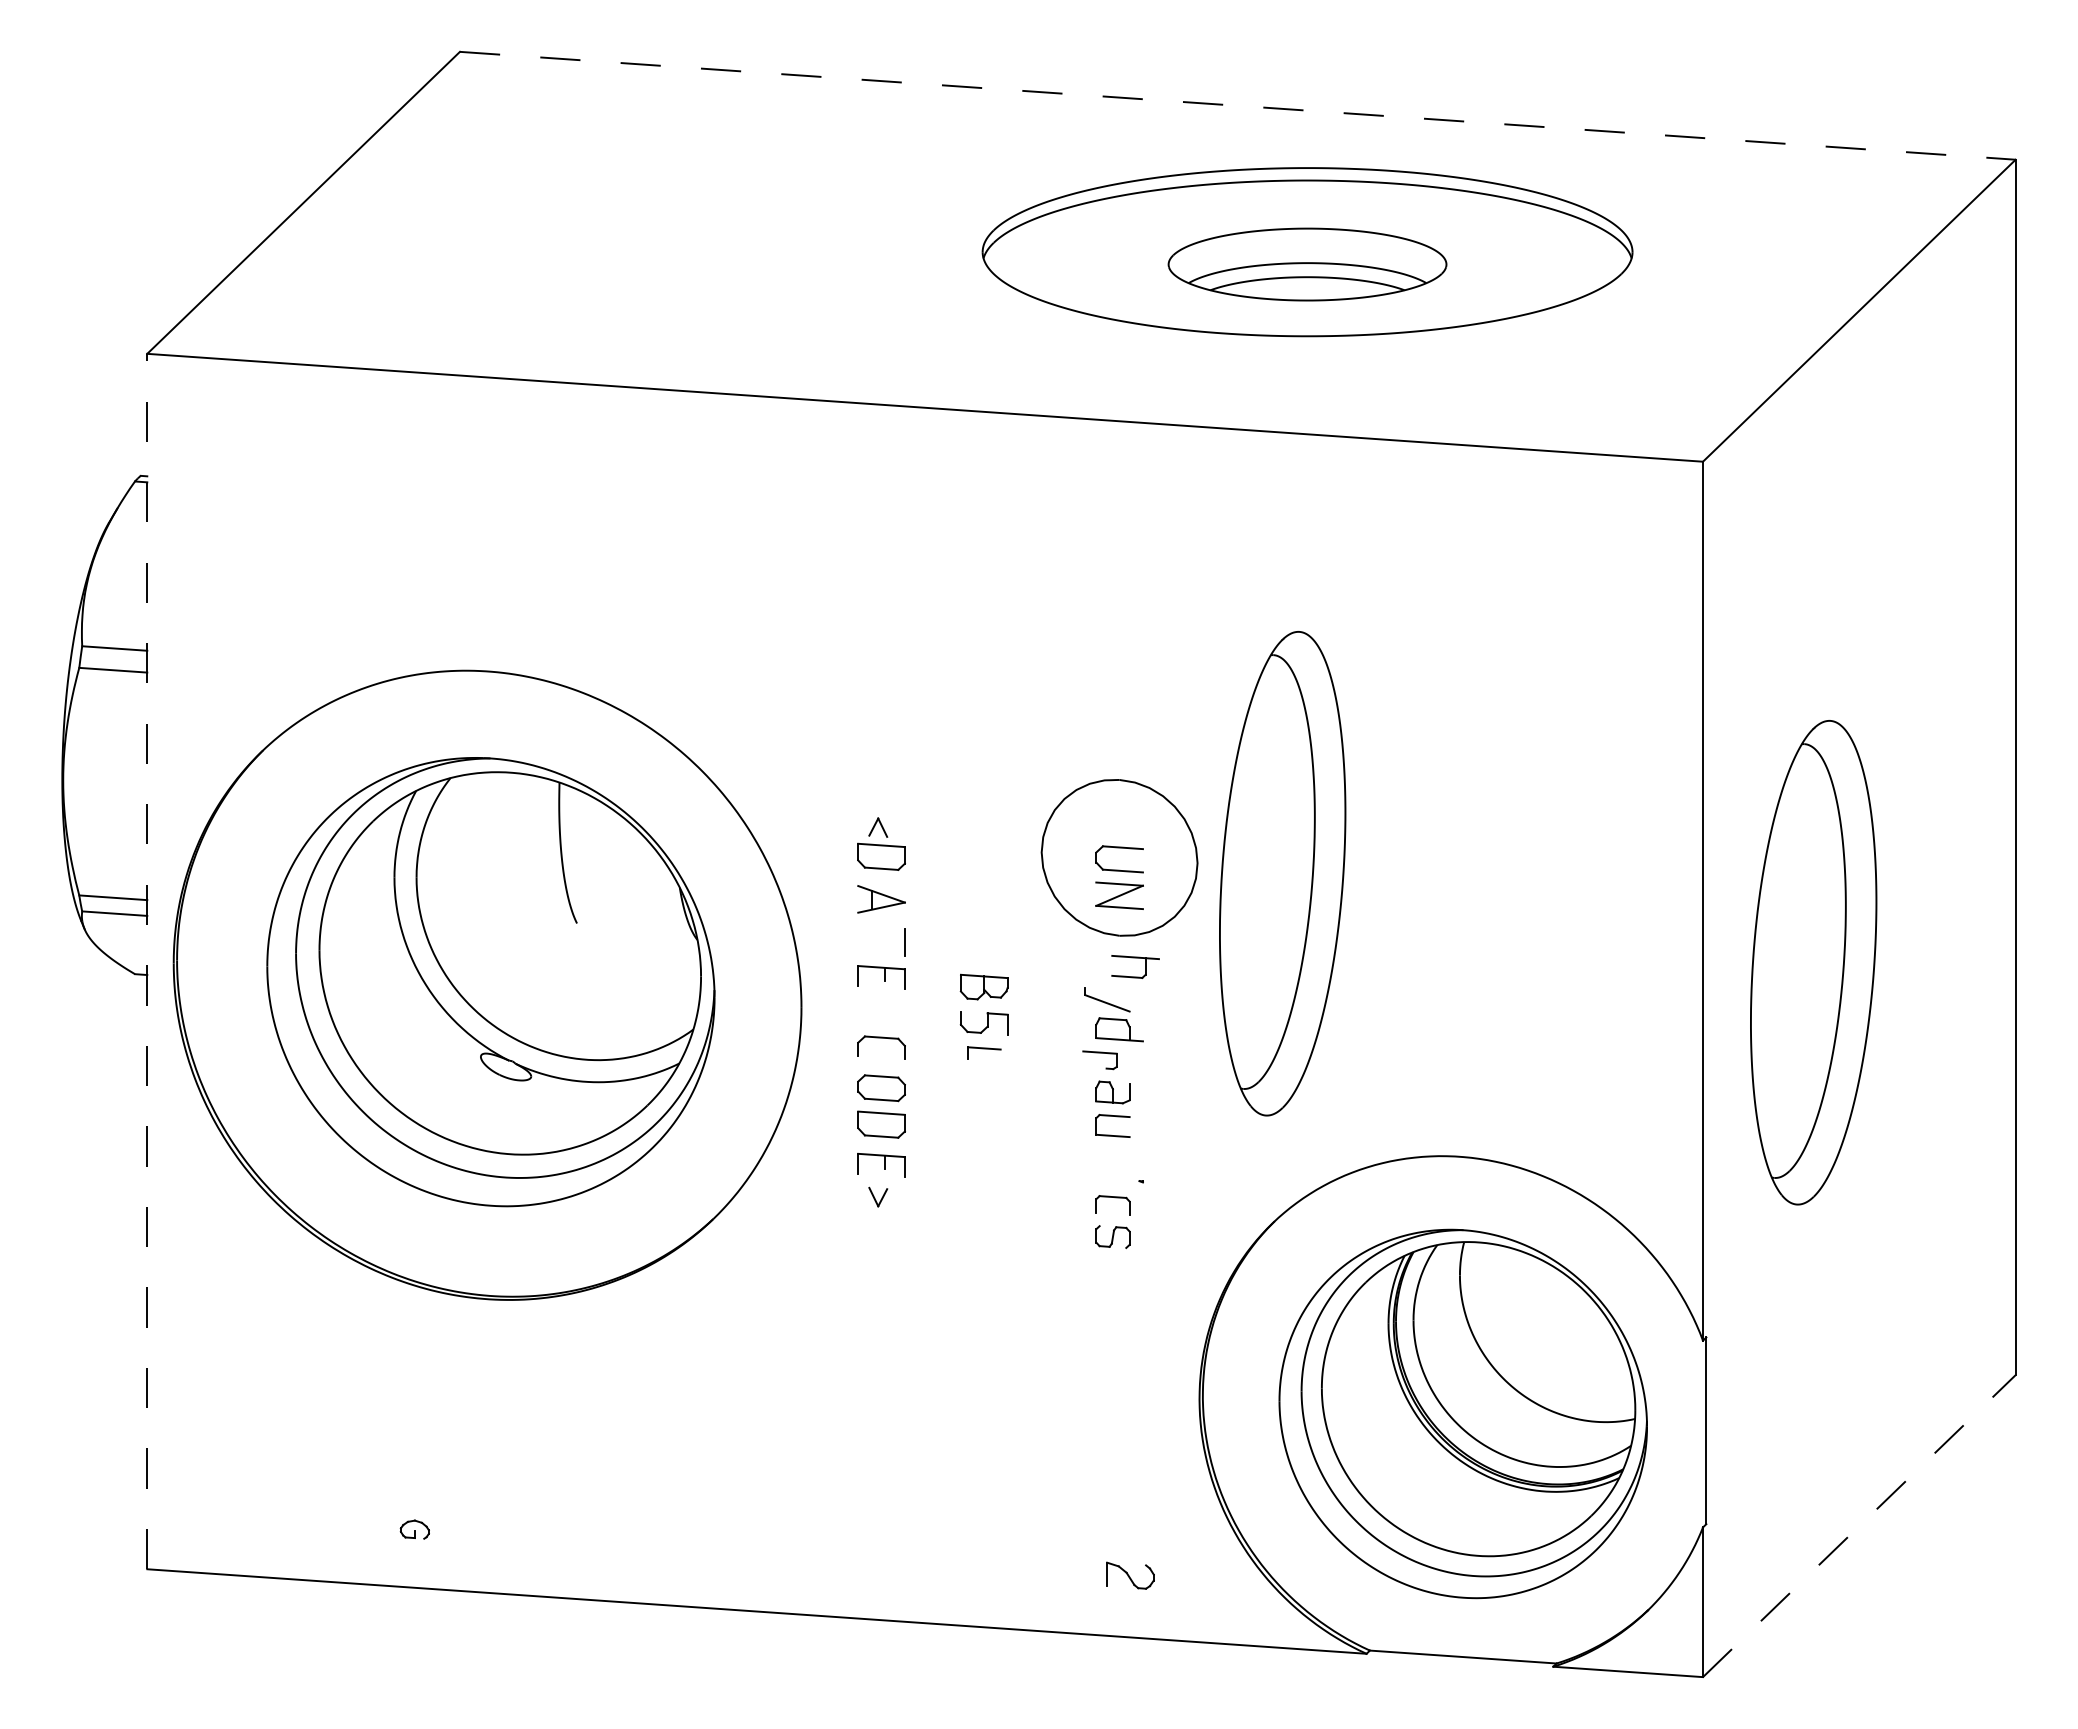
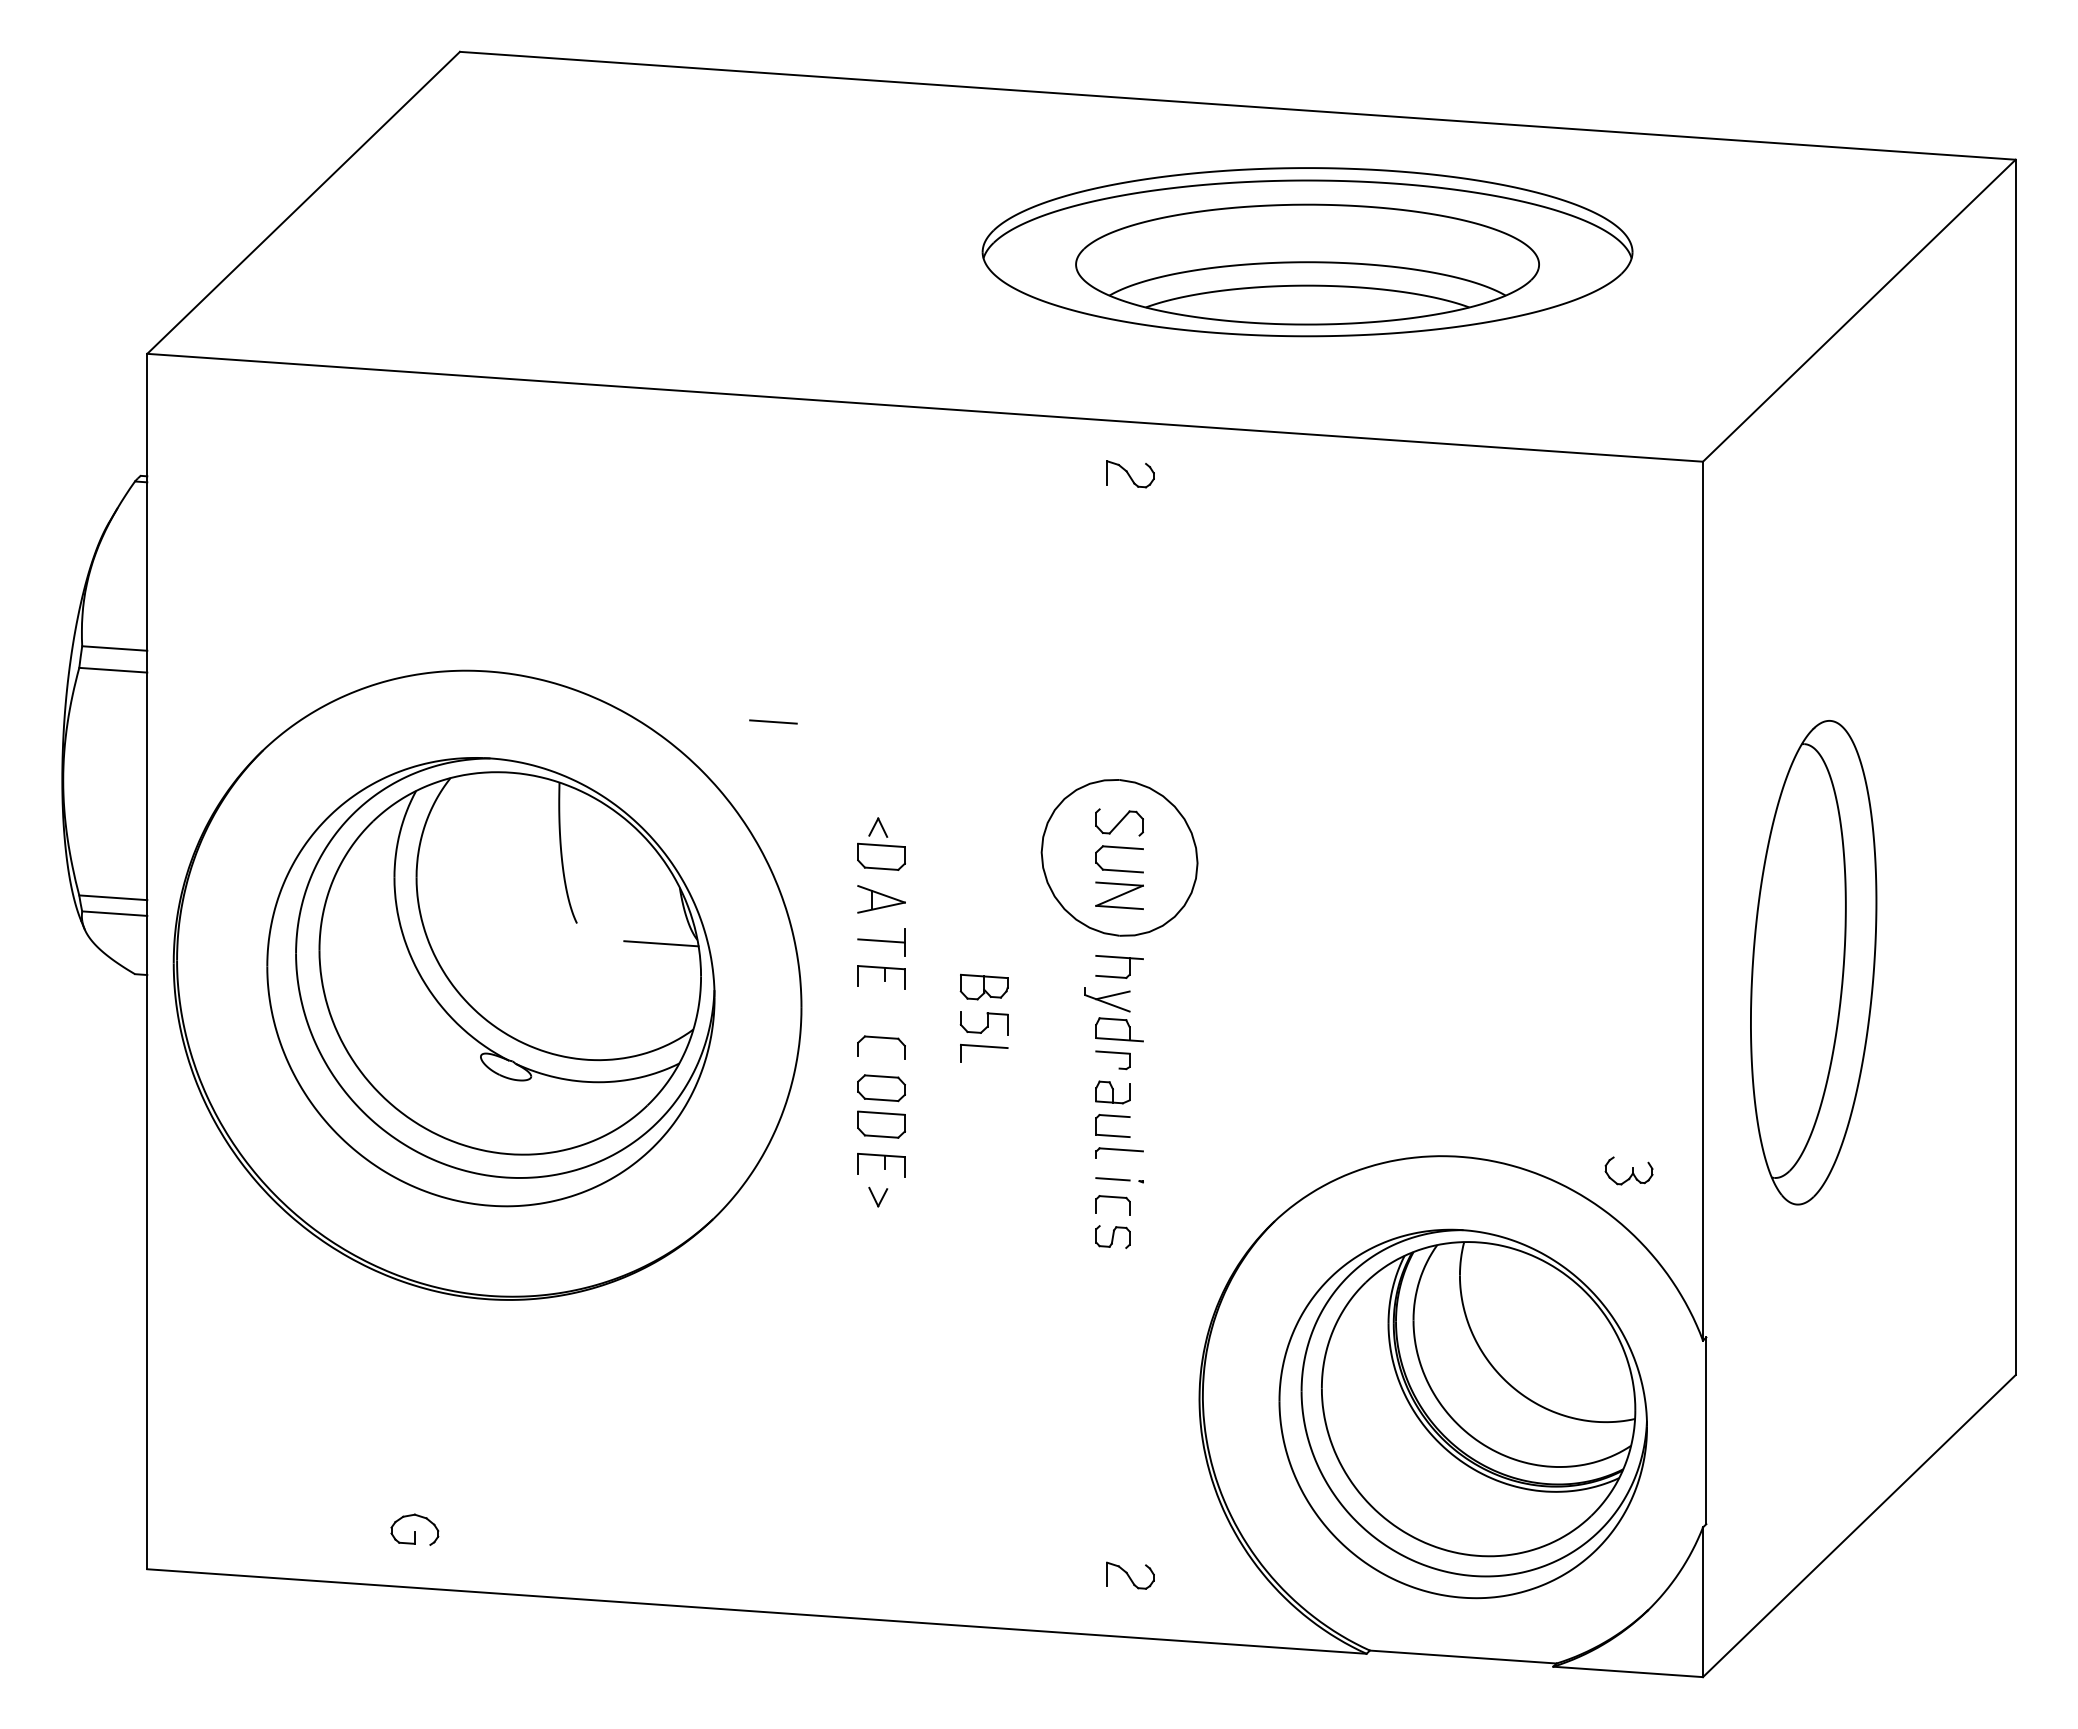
line at (1237, 105): dashed -> solid
part at (1307, 264) size: 281x75 px -> 465x123 px
part at (1130, 474): none -> present
line at (773, 721): none -> present
part at (1119, 822): none -> present
part at (1282, 873): present -> none
line at (881, 940): none -> present
line at (661, 943): none -> present
part at (1135, 958) position: (1135, 958) -> (1119, 958)
line at (147, 961): dashed -> solid
line at (1112, 995): none -> present
part at (984, 1052) size: 35x14 px -> 49x20 px
part at (1099, 1053) position: (1099, 1053) -> (1112, 1053)
part at (1119, 1152): none -> present
part at (1628, 1170): none -> present
line at (1112, 1179): none -> present
line at (1859, 1525): dashed -> solid
part at (414, 1529) size: 31x21 px -> 50x33 px
